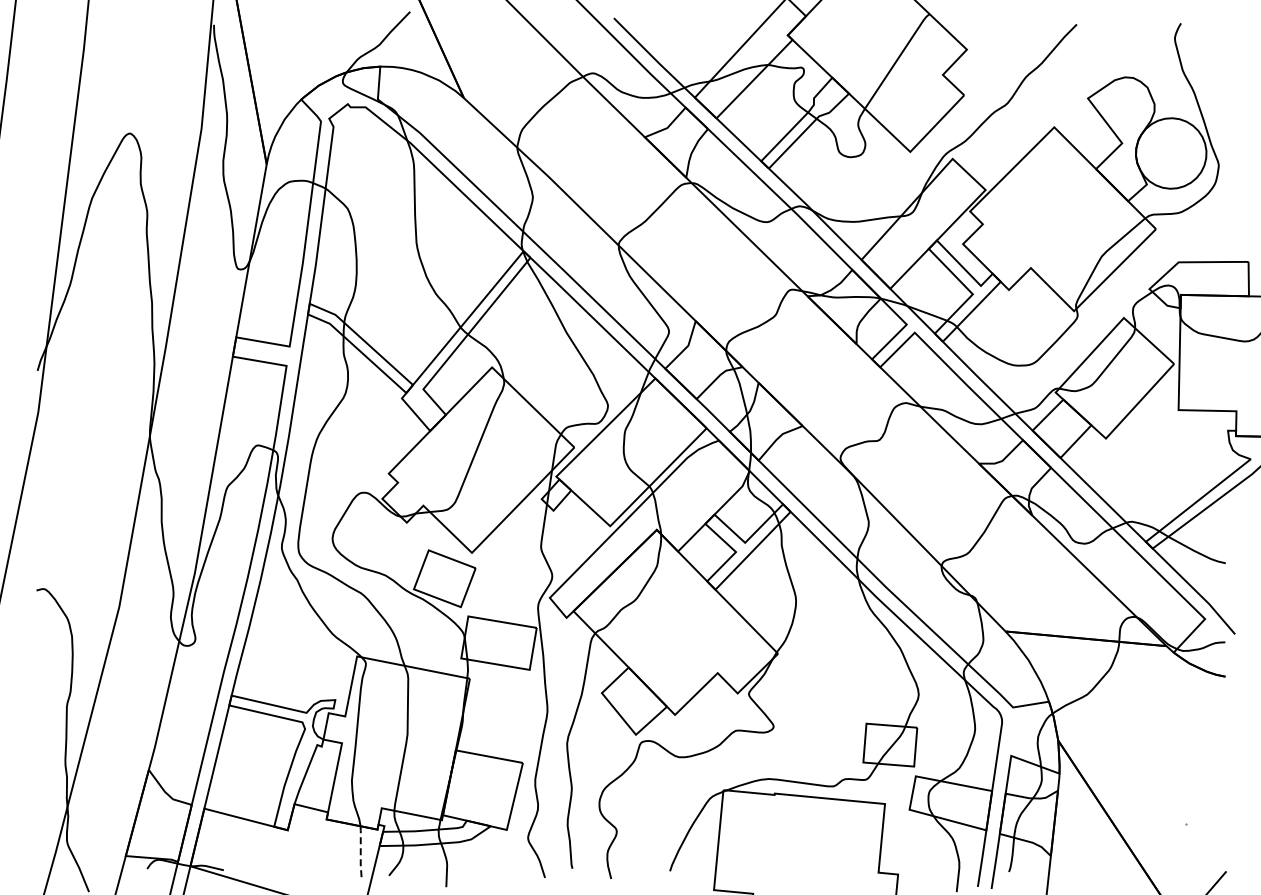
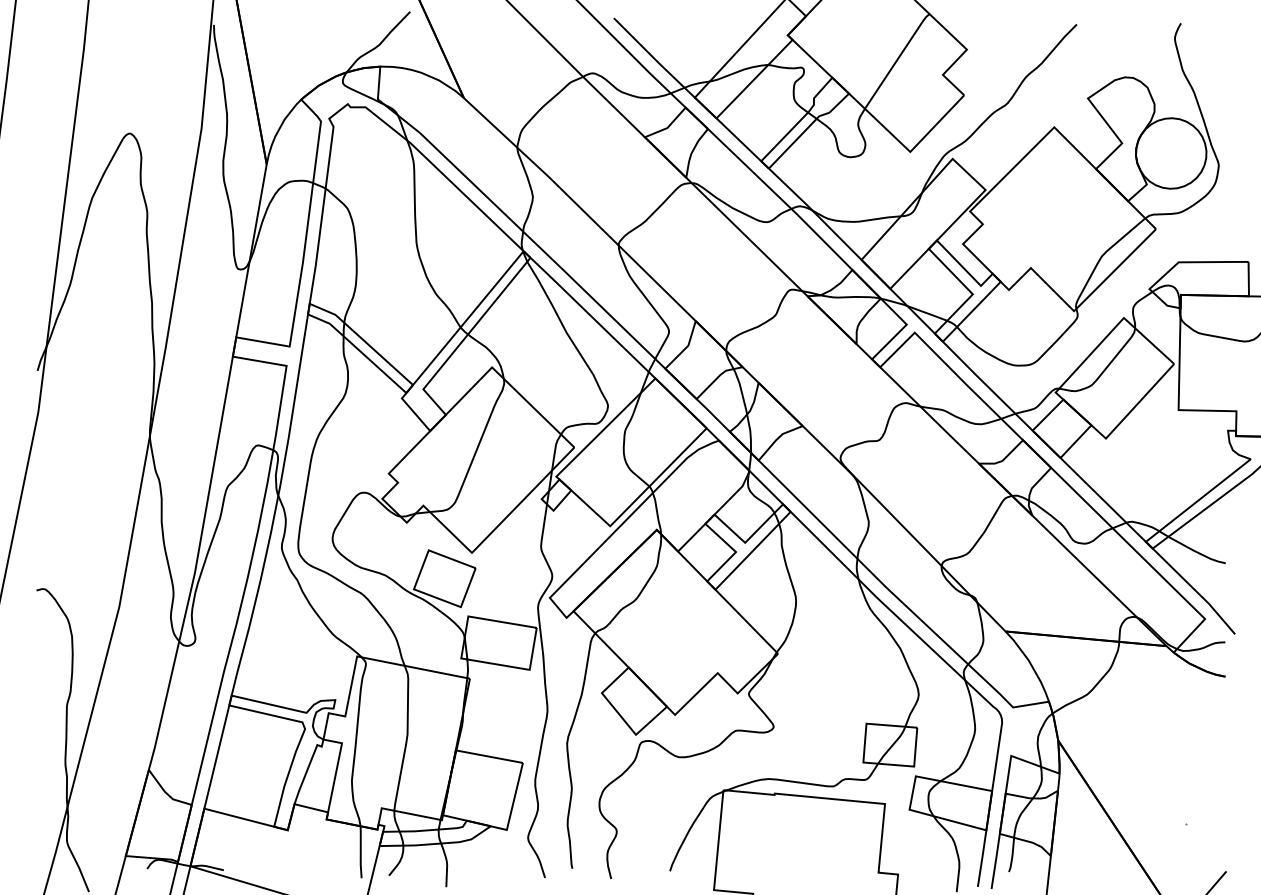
line at (360, 852): dashed -> solid
